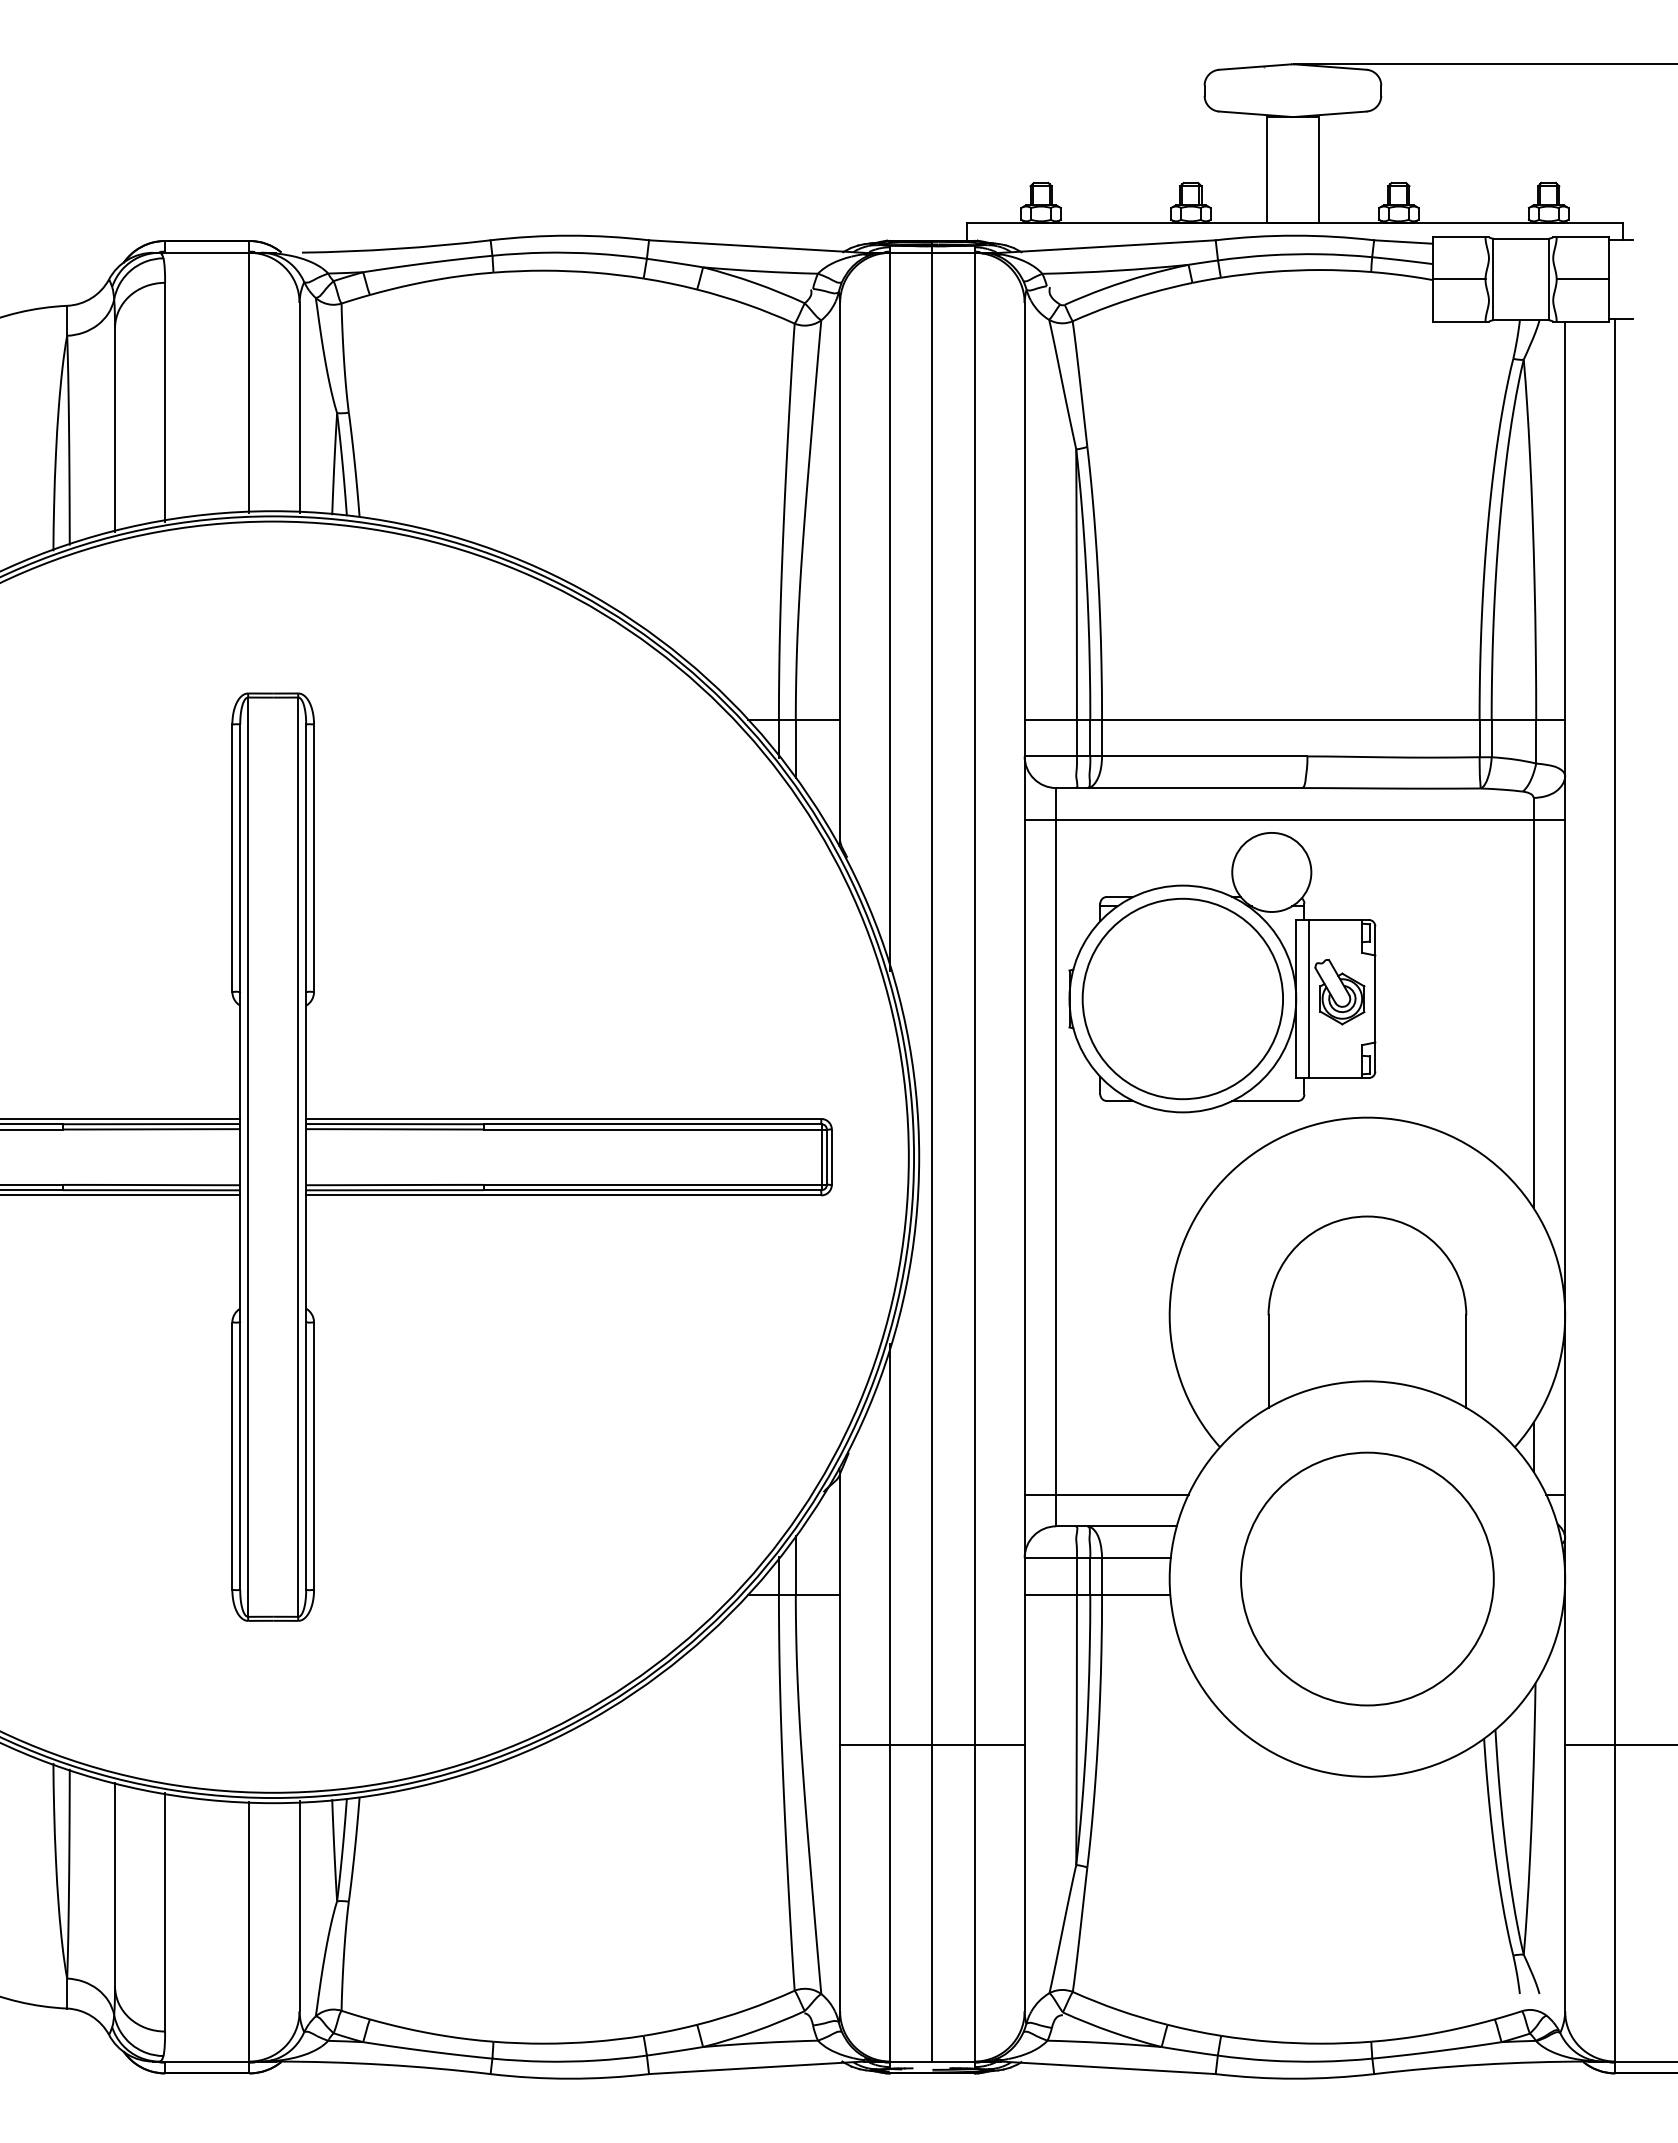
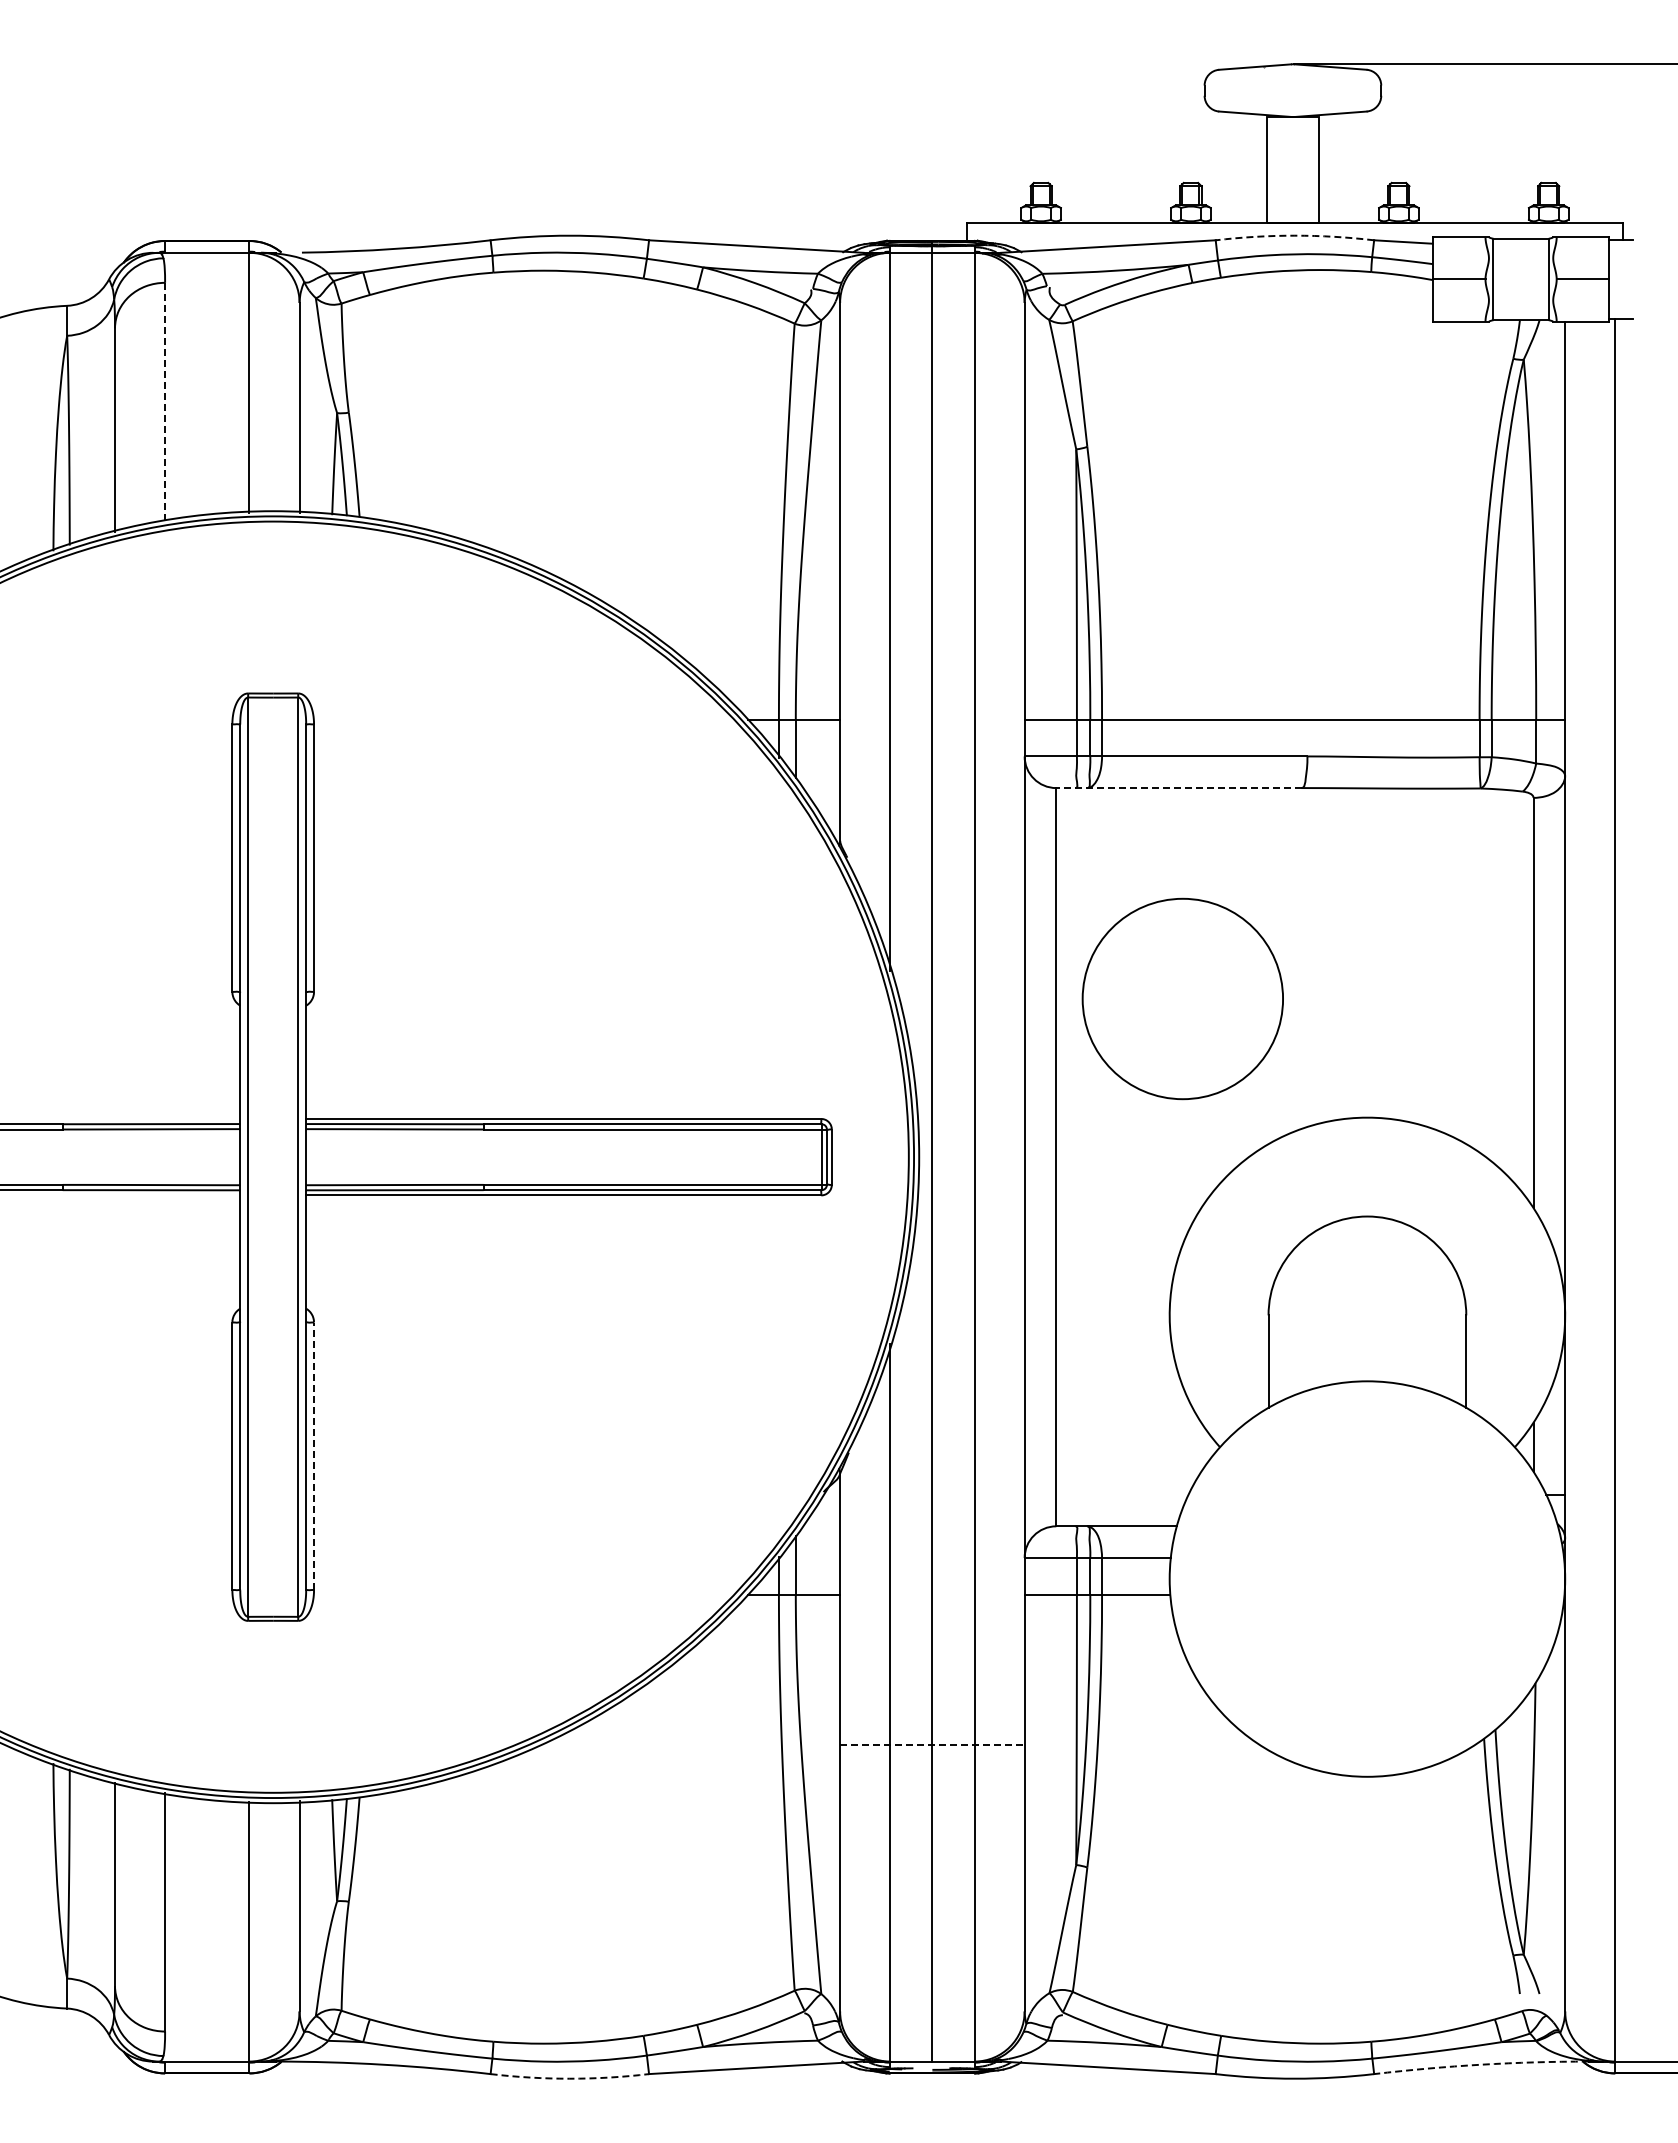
arc at (1294, 235): solid -> dashed
line at (165, 402): solid -> dashed
line at (1178, 788): solid -> dashed
line at (1294, 819): present -> none
part at (1222, 972): present -> none
line at (121, 1119): present -> none
line at (121, 1195): present -> none
line at (314, 1456): solid -> dashed
line at (1106, 1494): present -> none
circle at (1367, 1578): present -> none
line at (932, 1745): solid -> dashed
line at (1619, 1745): present -> none
arc at (1481, 2064): solid -> dashed
arc at (569, 2078): solid -> dashed
